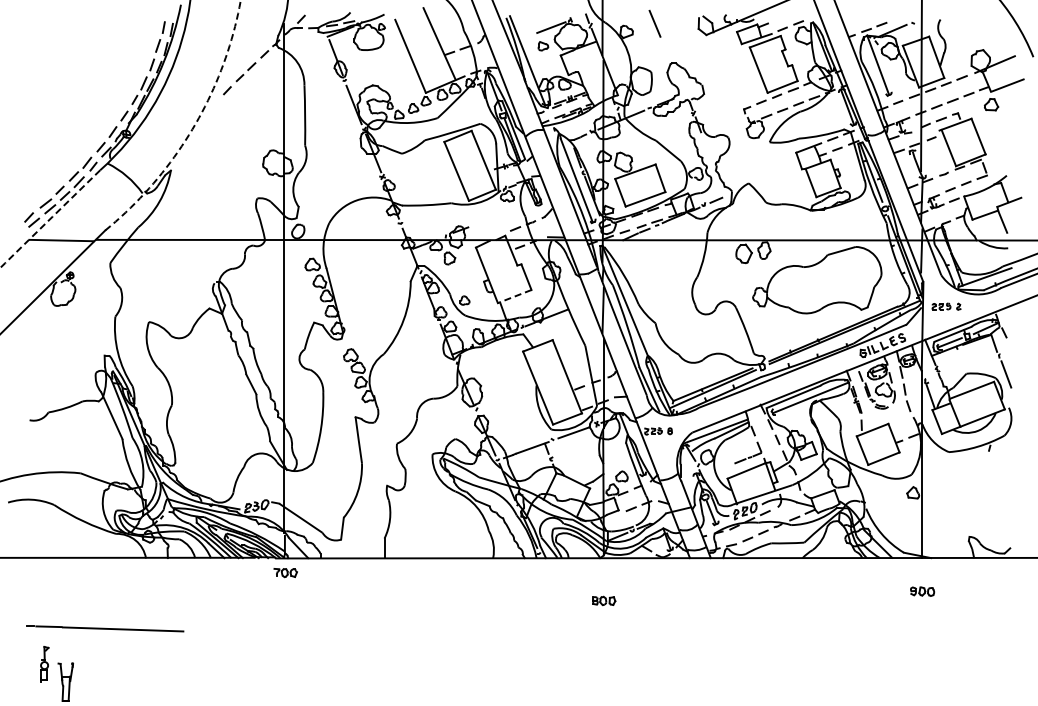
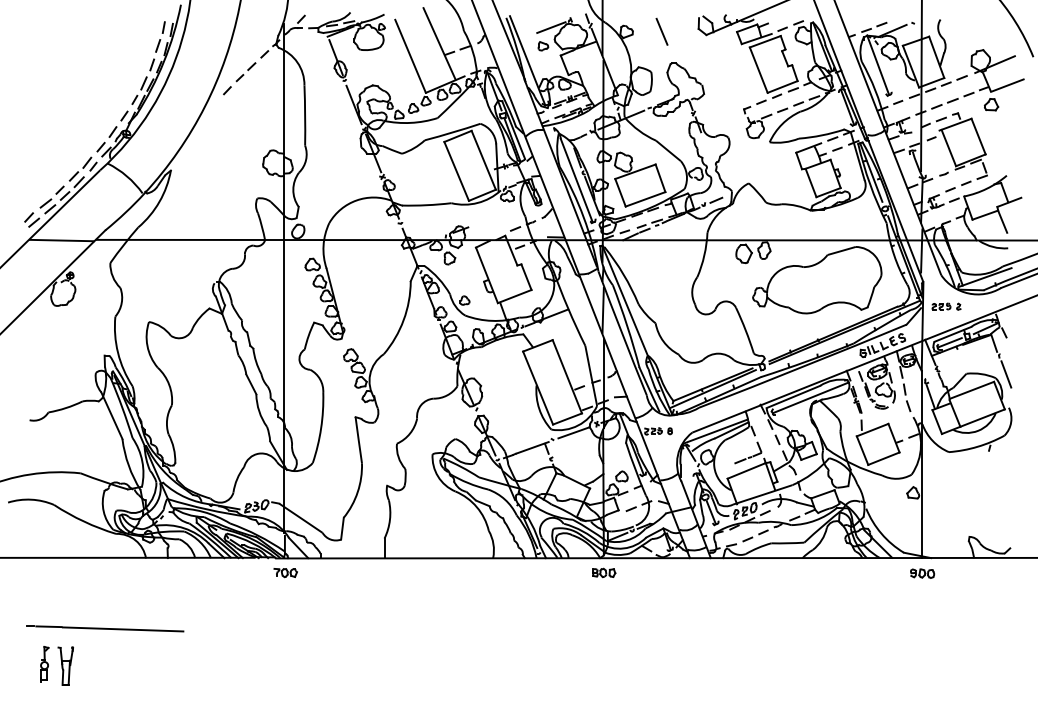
line at (654, 23) position: (654, 23) -> (661, 31)
arc at (194, 126): dashed -> solid
arc at (49, 219): dashed -> solid
line at (514, 296): dashed -> solid
part at (922, 591) position: (922, 591) -> (922, 573)
part at (604, 600) position: (604, 600) -> (604, 572)
part at (65, 681) position: (65, 681) -> (65, 665)
